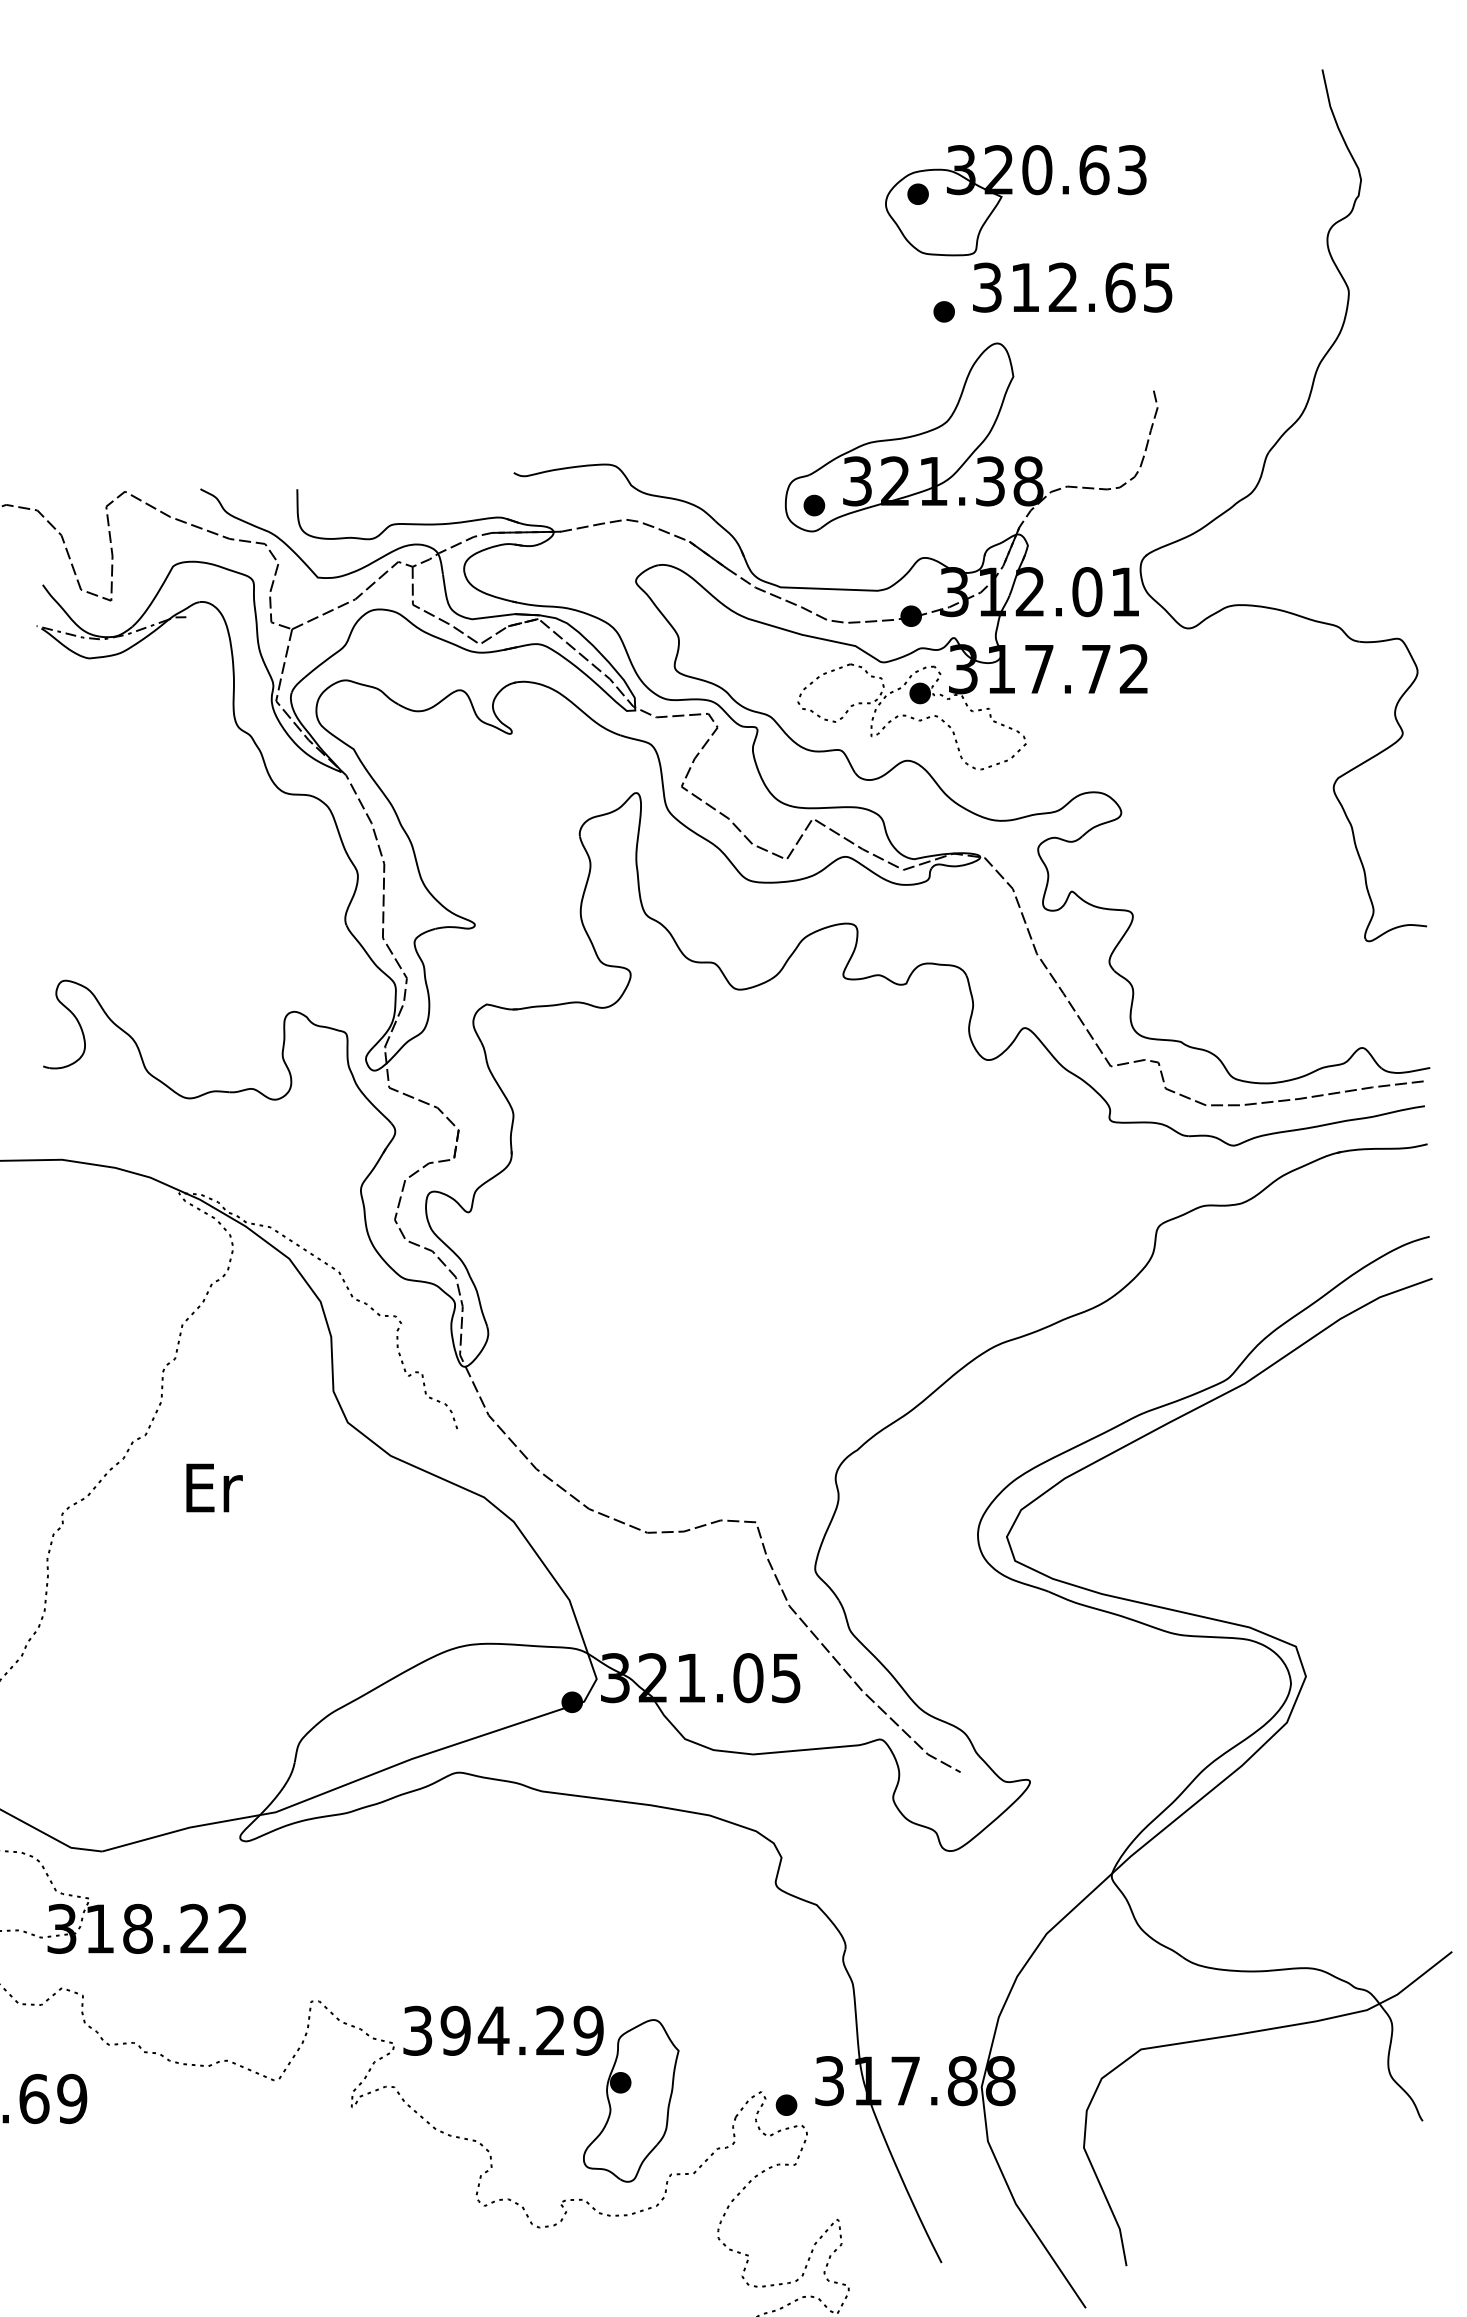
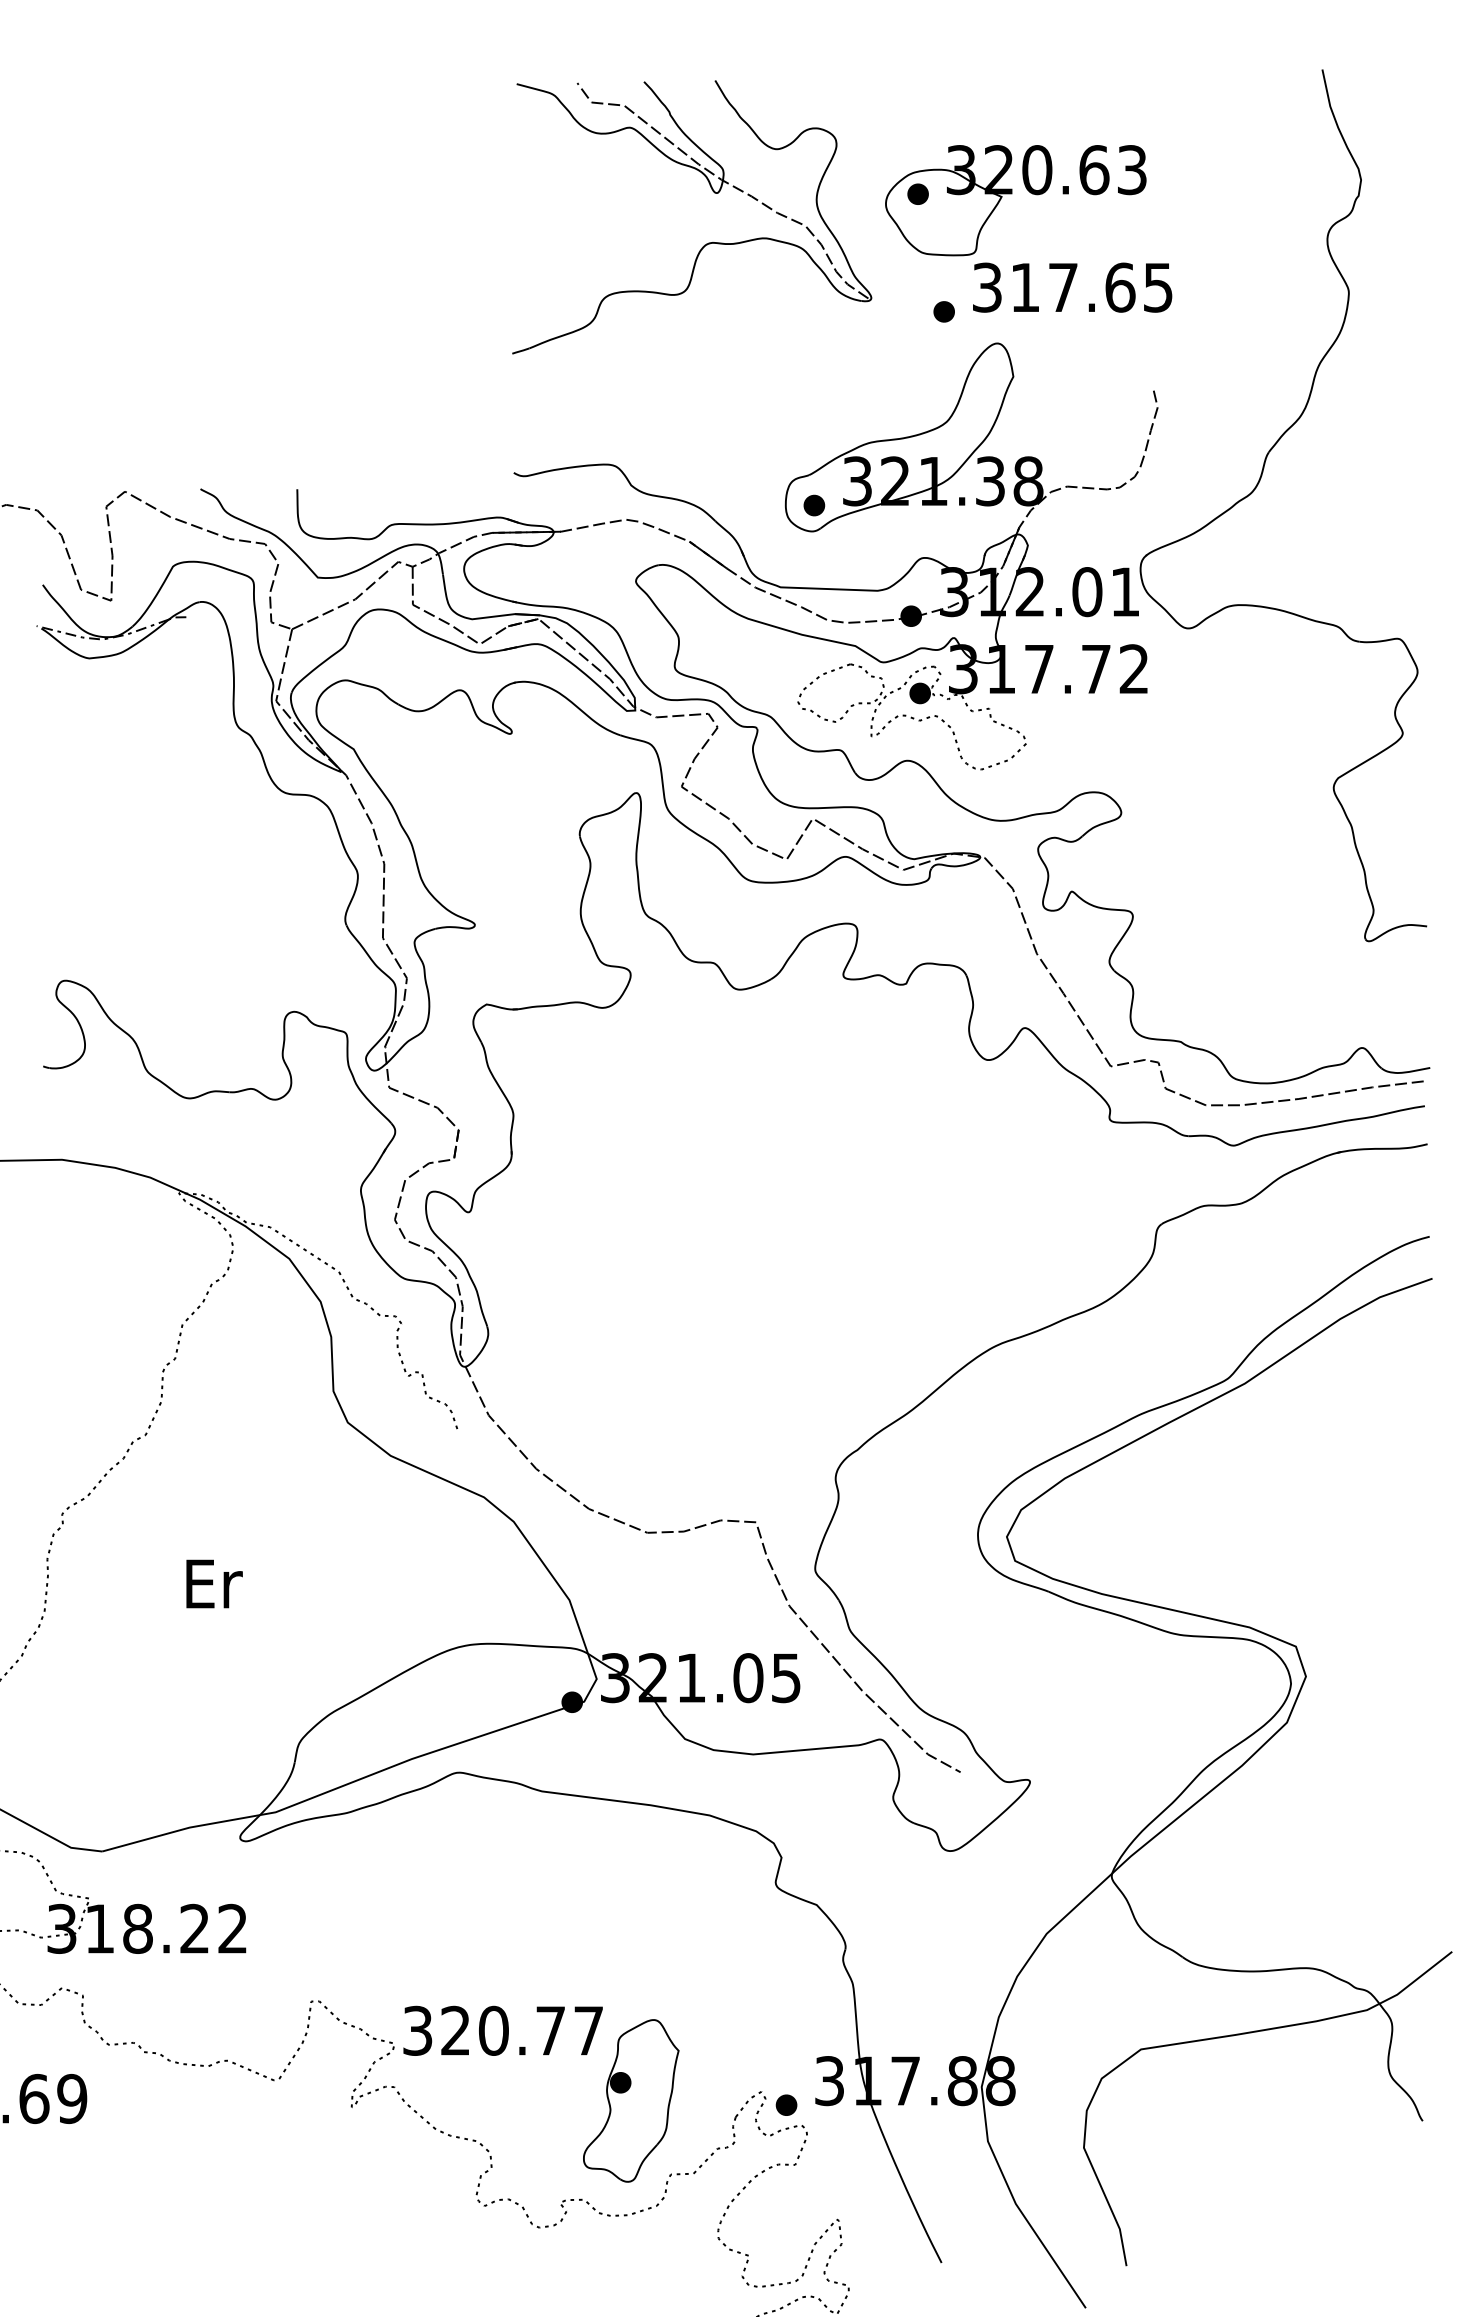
part at (706, 243): none -> present
text at (1062, 286): 312.65 -> 317.65
text at (214, 1487) position: (214, 1487) -> (214, 1583)
text at (521, 2030): 394.29 -> 320.77
